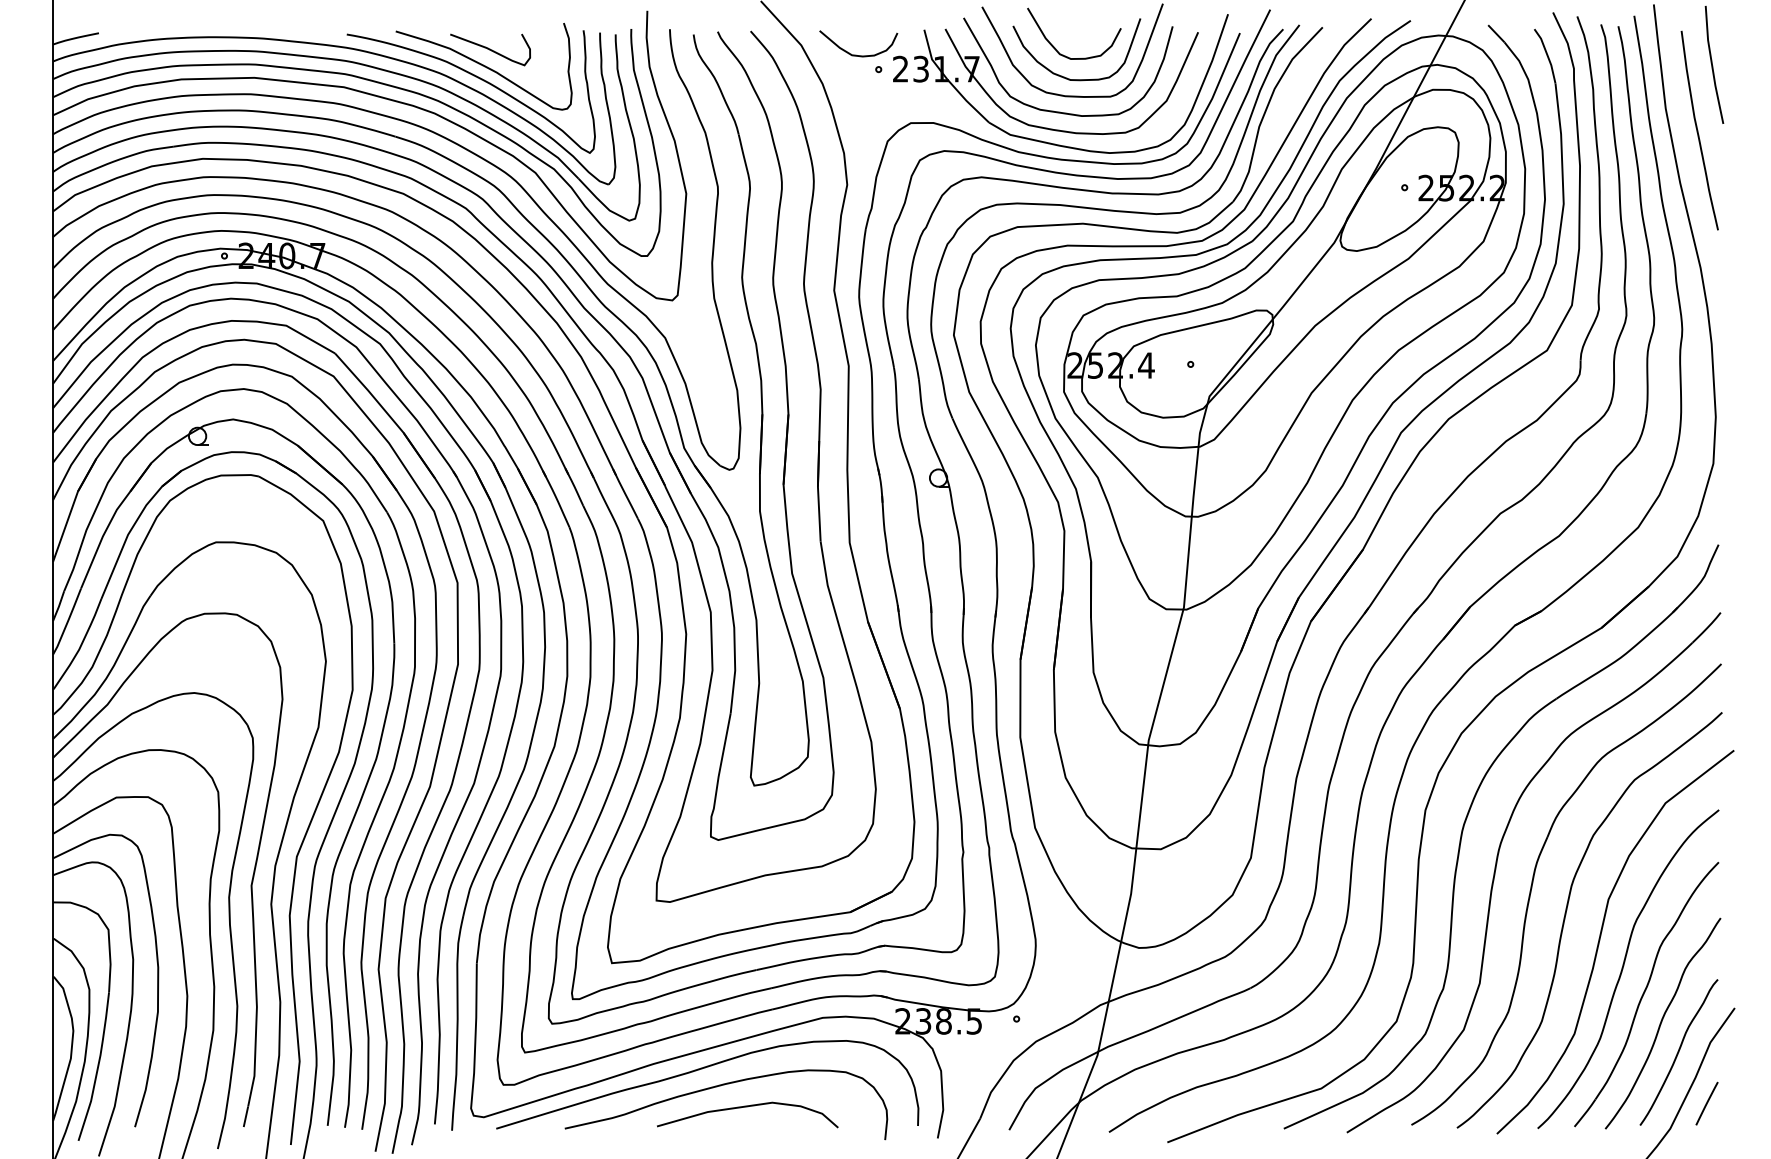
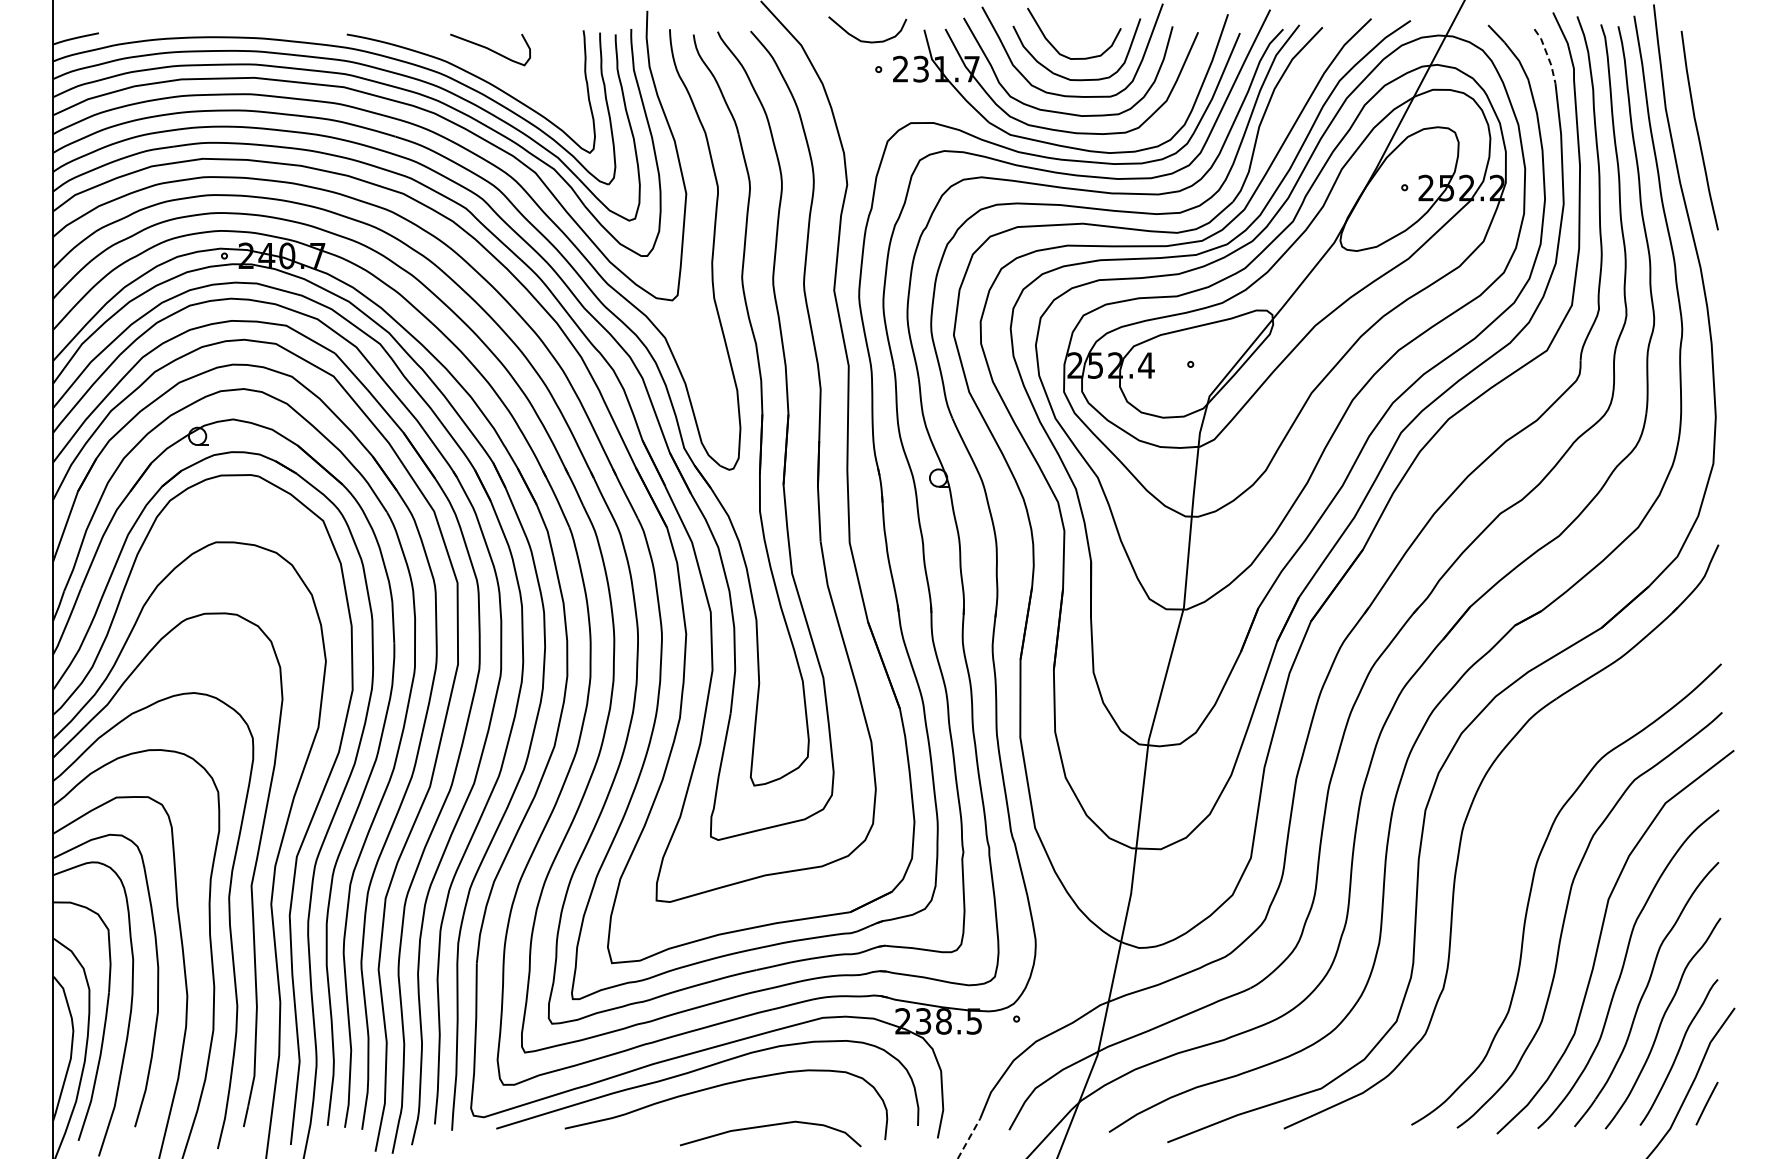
curve at (856, 54) position: (856, 54) -> (865, 40)
line at (1547, 55): solid -> dashed
line at (1713, 65): present -> none
curve at (483, 66): present -> none
part at (1497, 863): present -> none
curve at (747, 1107) position: (747, 1107) -> (770, 1126)
line at (969, 1138): solid -> dashed
